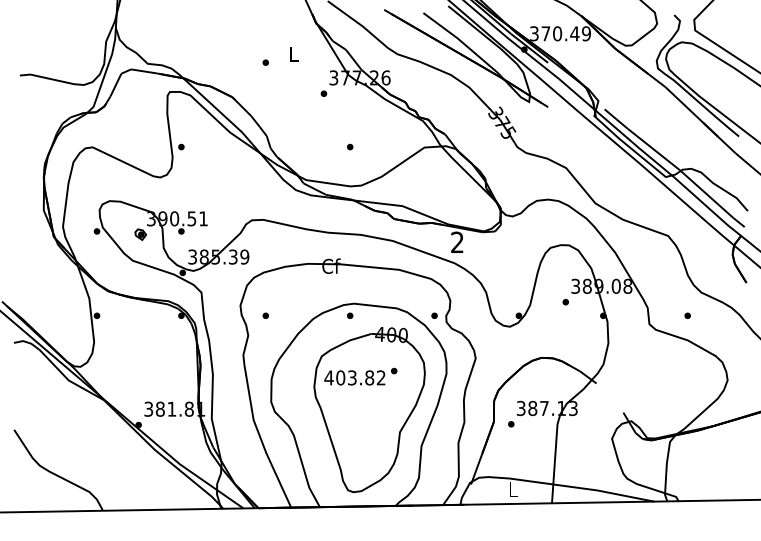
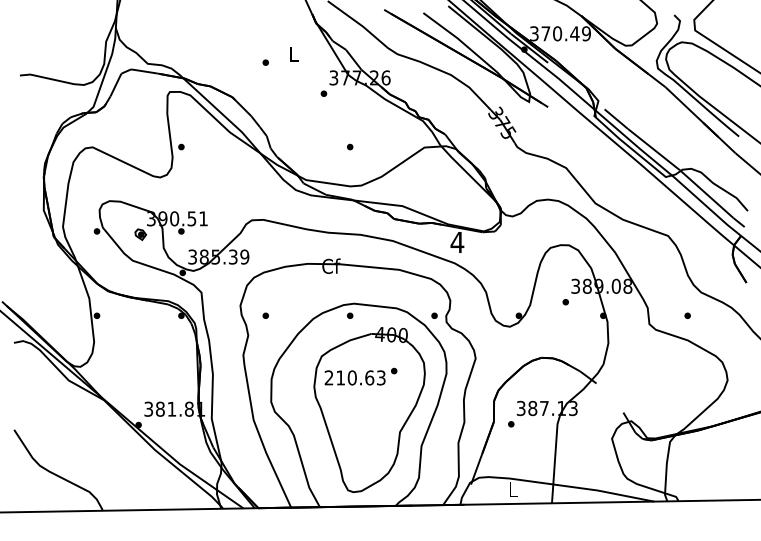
text at (457, 241): 2 -> 4
text at (354, 377): 403.82 -> 210.63
